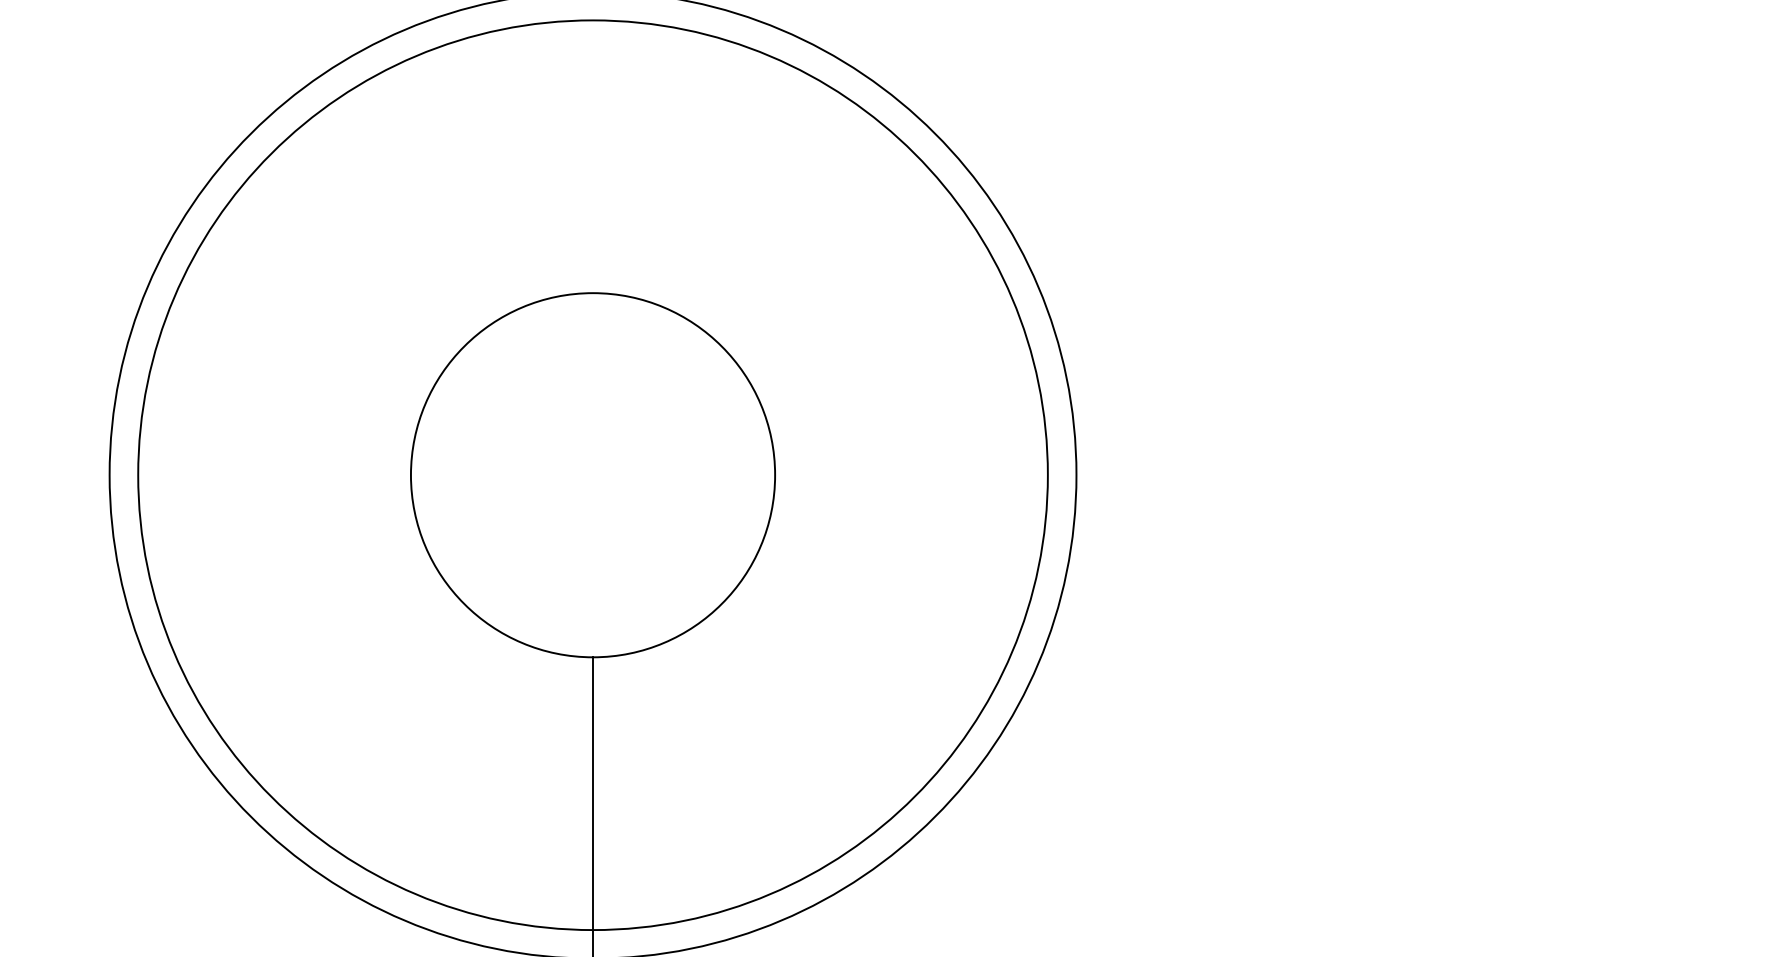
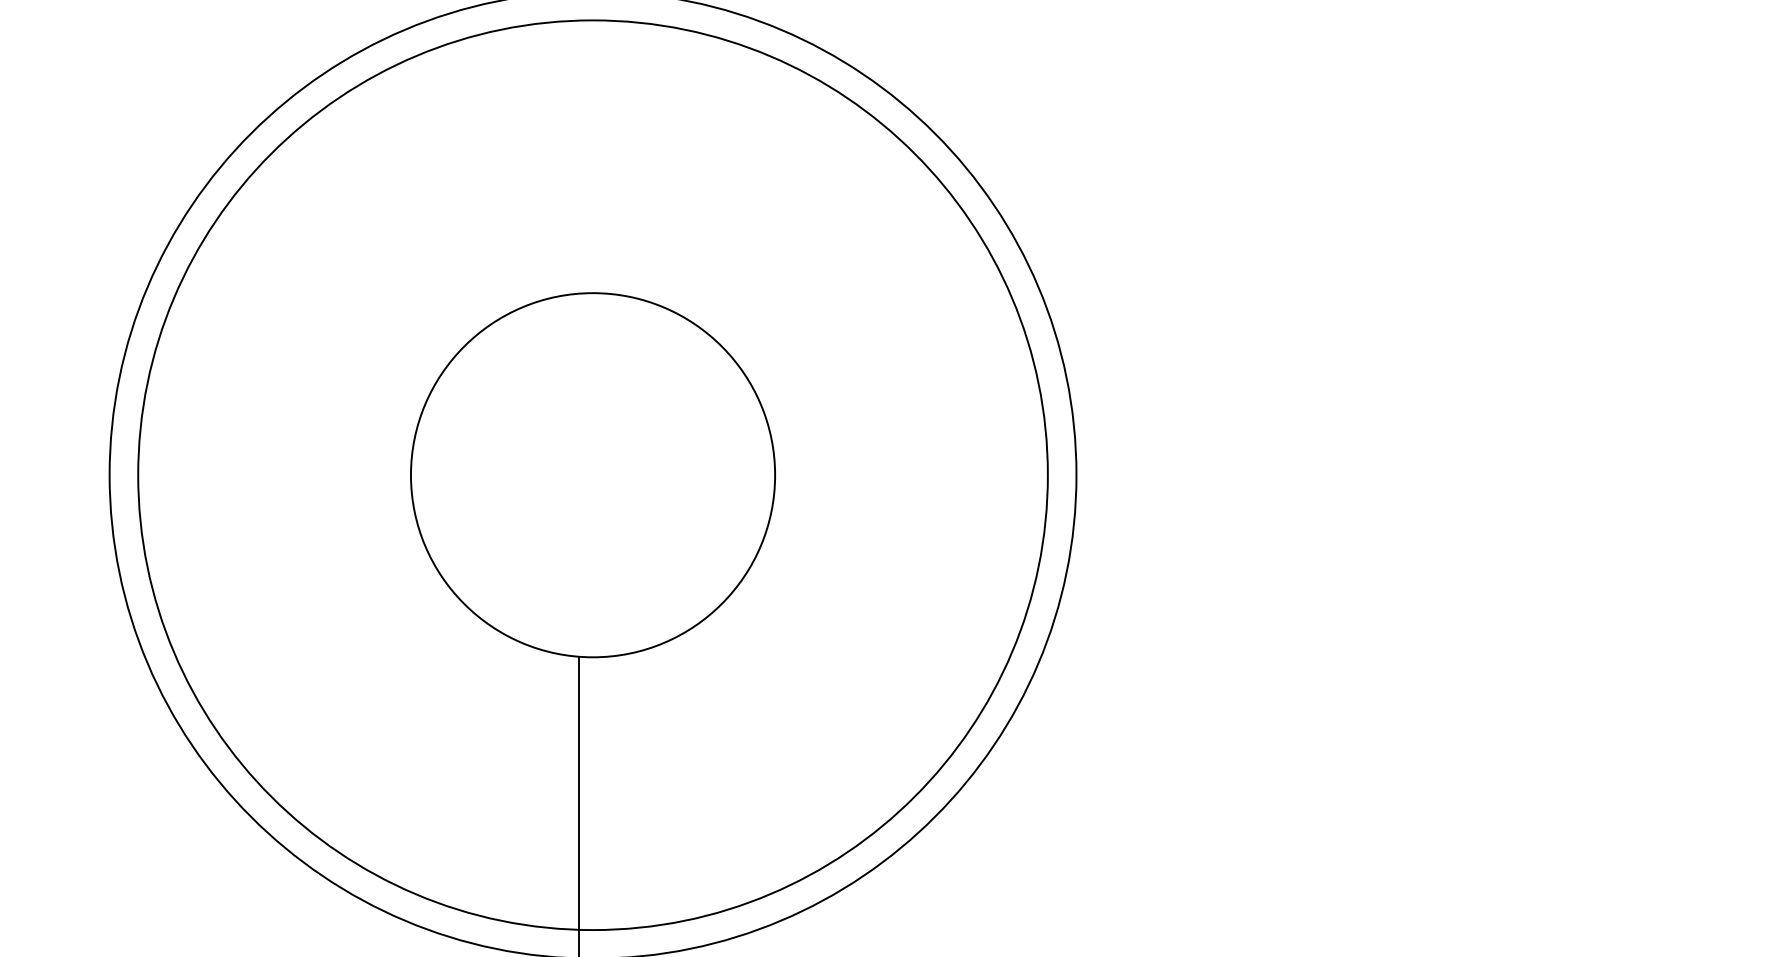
line at (593, 805) position: (593, 805) -> (579, 805)
